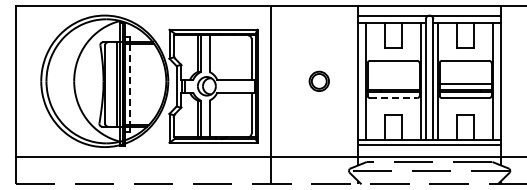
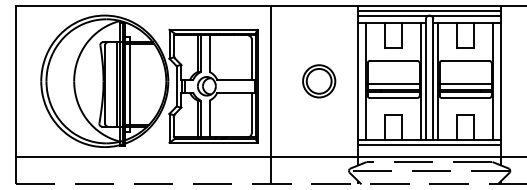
line at (429, 10): none -> present
part at (318, 80) size: 22x22 px -> 35x35 px
line at (393, 83): none -> present
line at (129, 84): dashed -> solid
line at (393, 98): dashed -> solid
